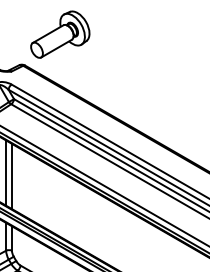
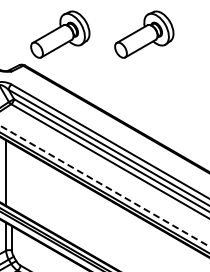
part at (144, 34): none -> present
line at (12, 176): present -> none
line at (105, 186): solid -> dashed
